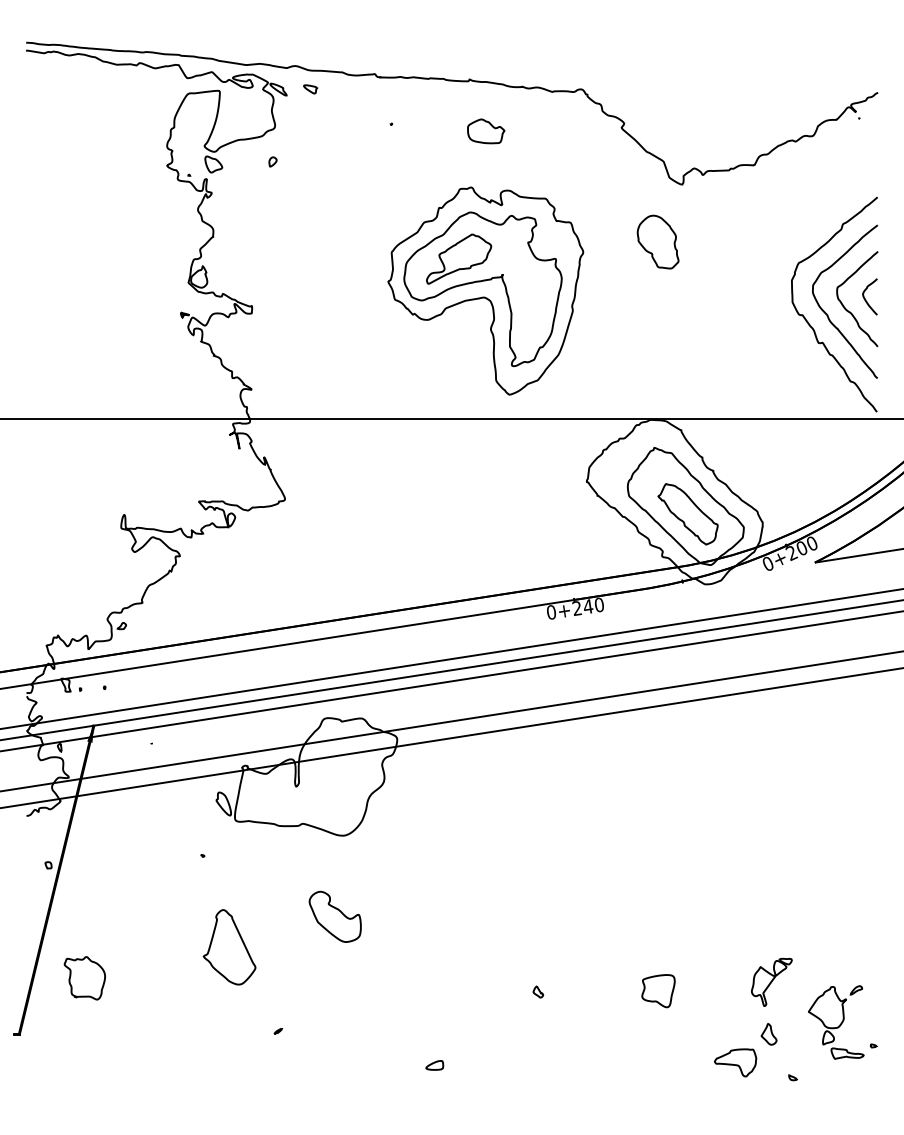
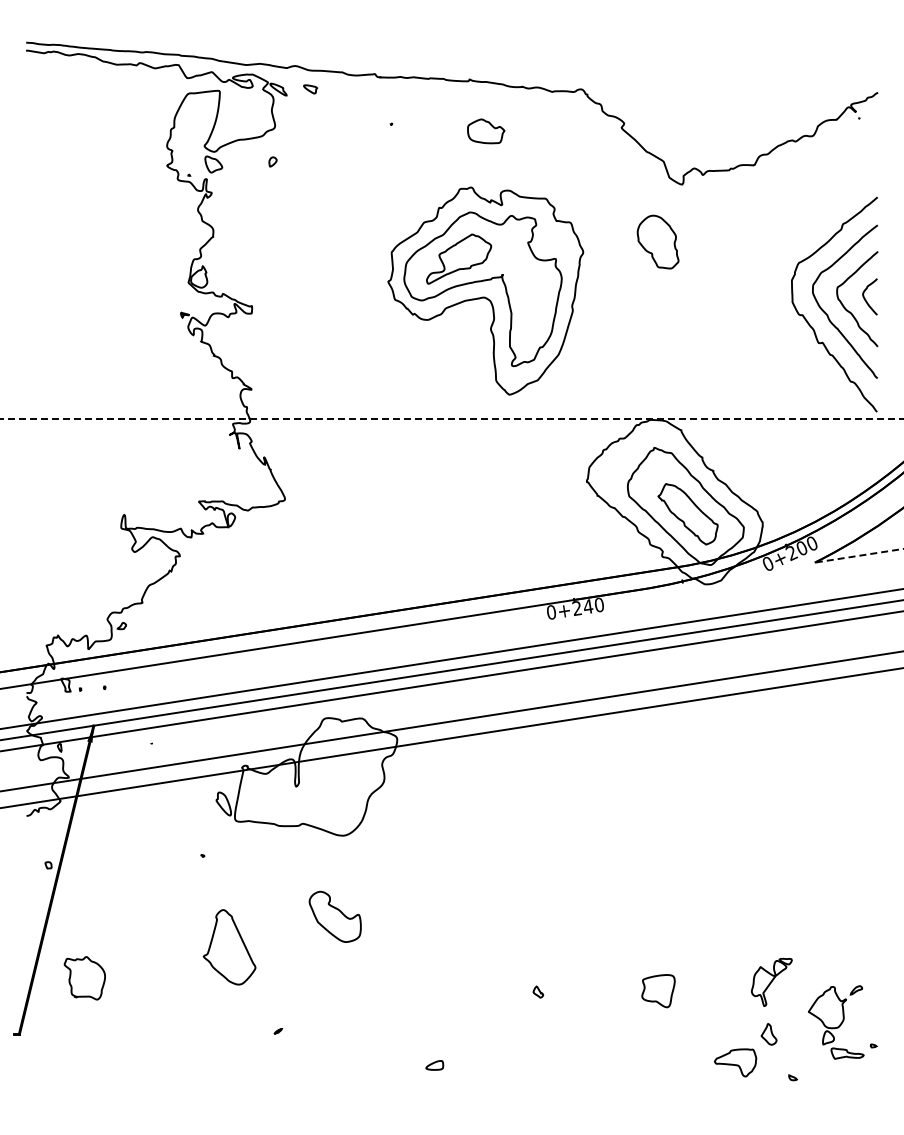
line at (452, 418): solid -> dashed
line at (859, 555): solid -> dashed
